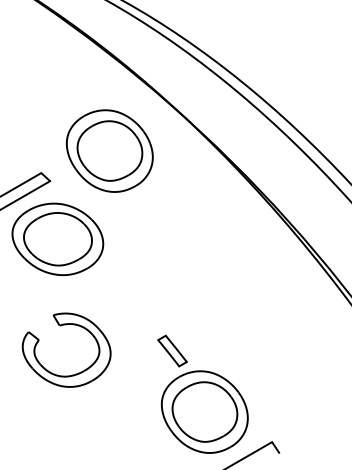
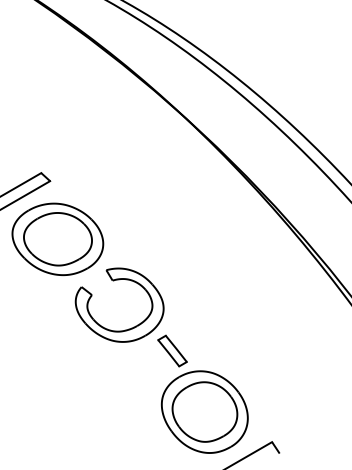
part at (109, 150): present -> none
part at (61, 326) position: (61, 326) -> (114, 281)
